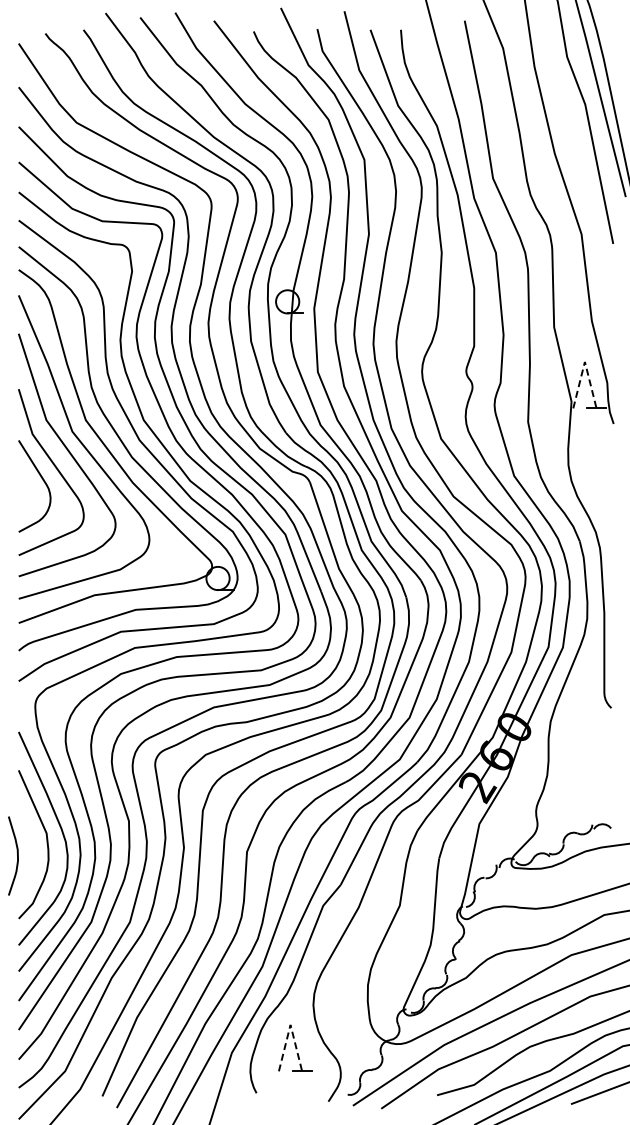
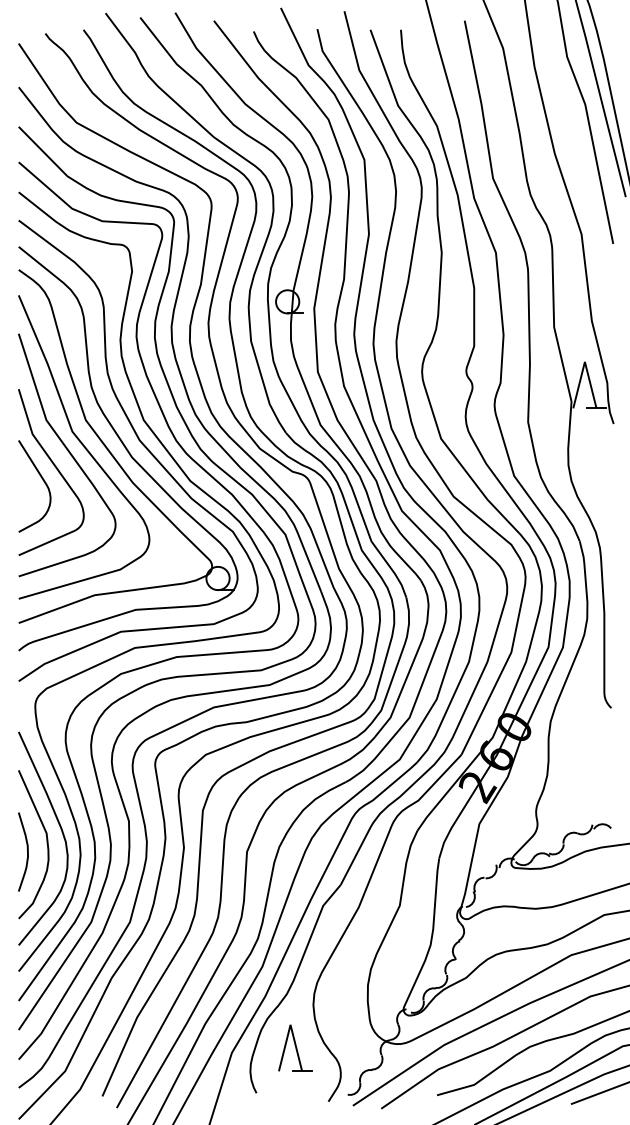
line at (584, 361): dashed -> solid
curve at (17, 855) position: (17, 855) -> (27, 851)
line at (290, 1024): dashed -> solid
